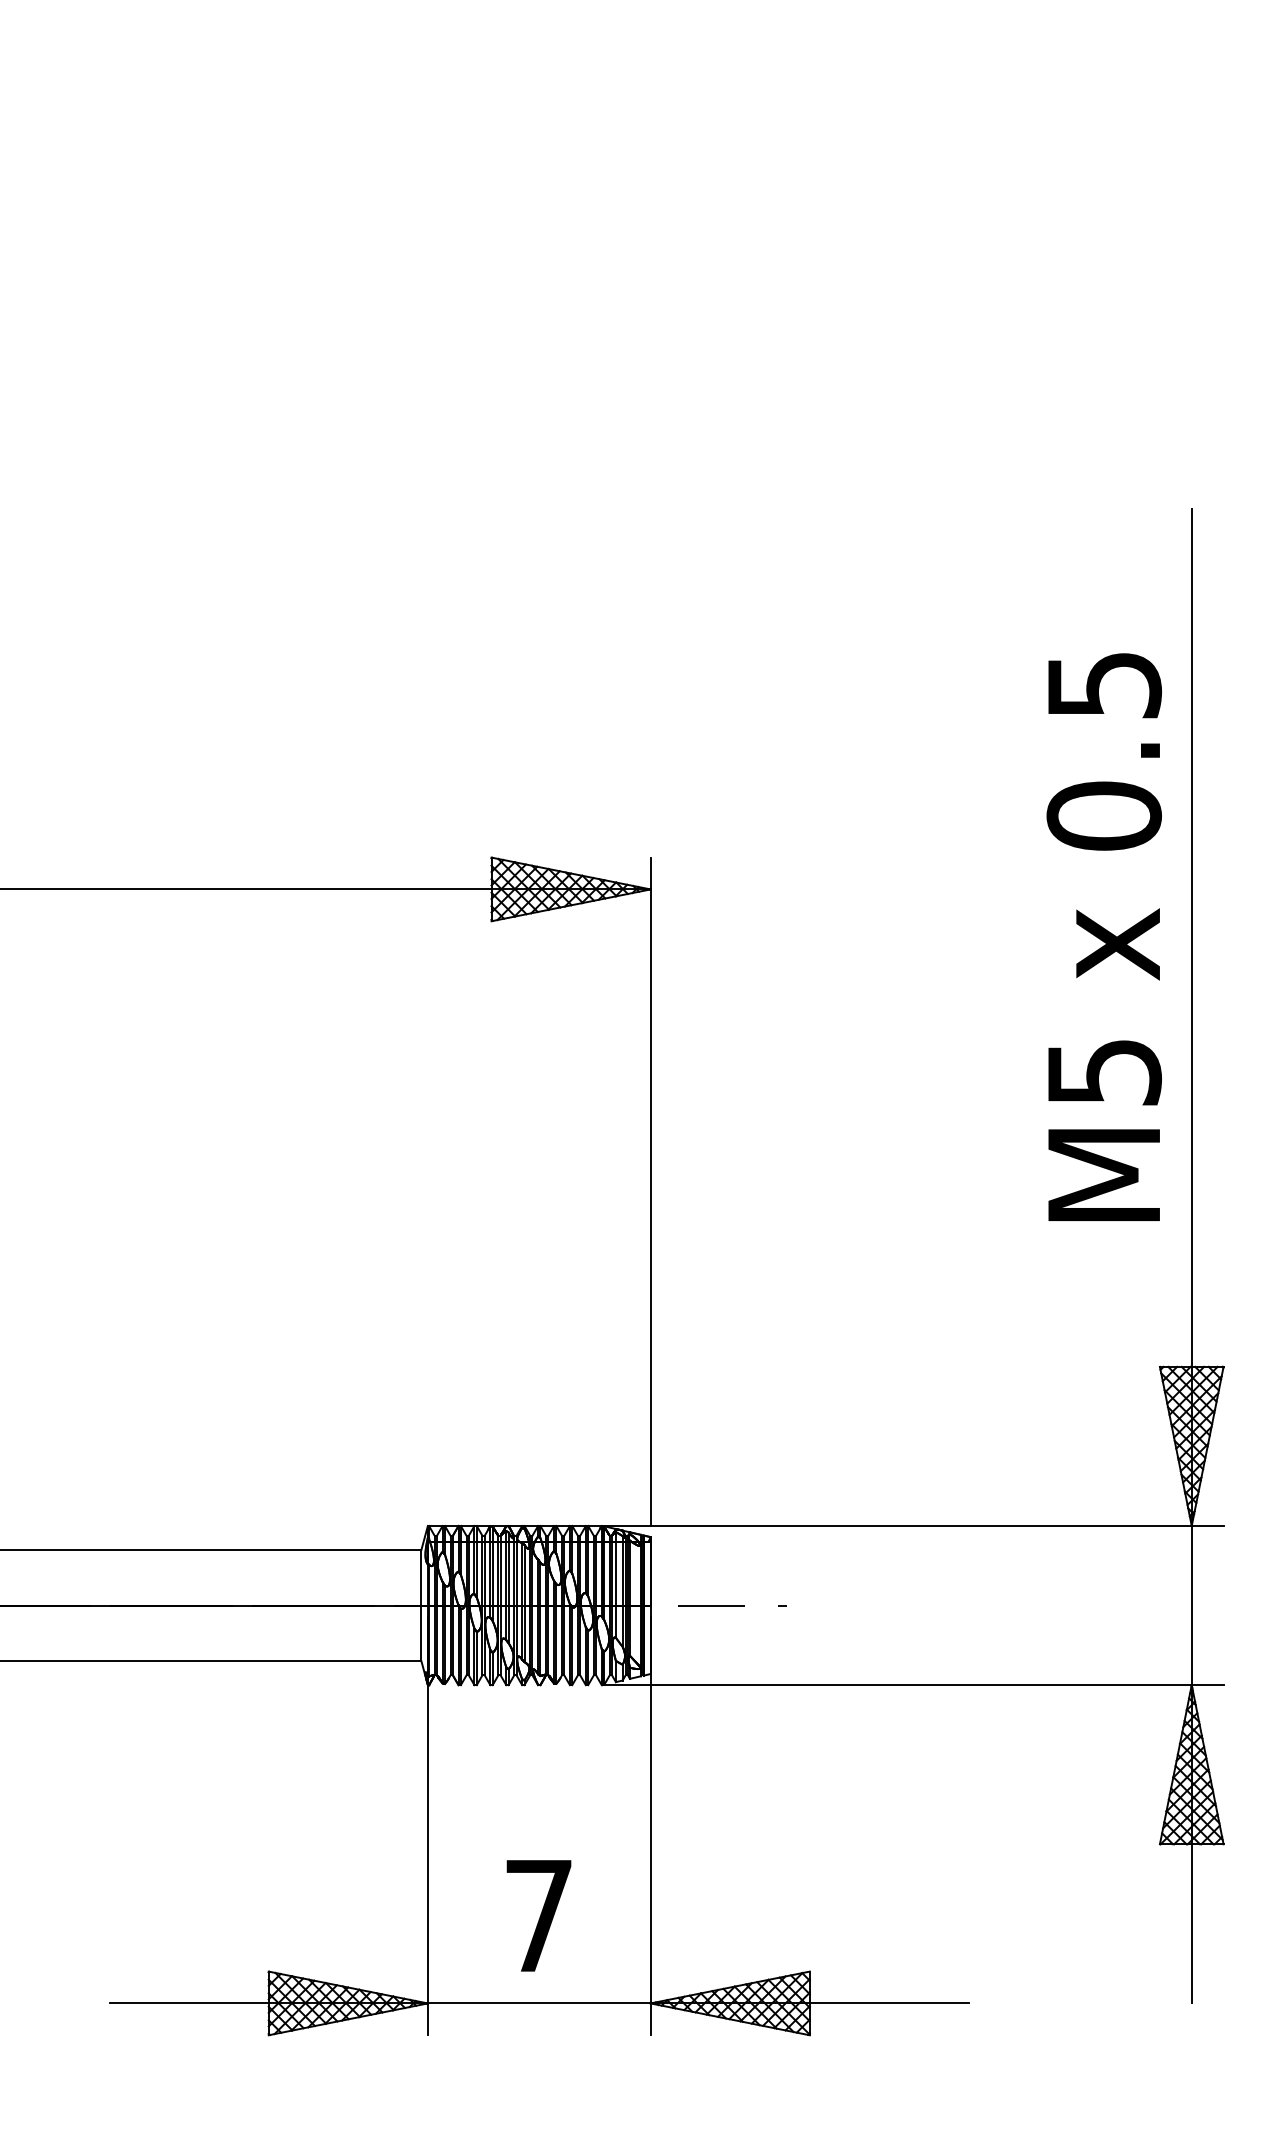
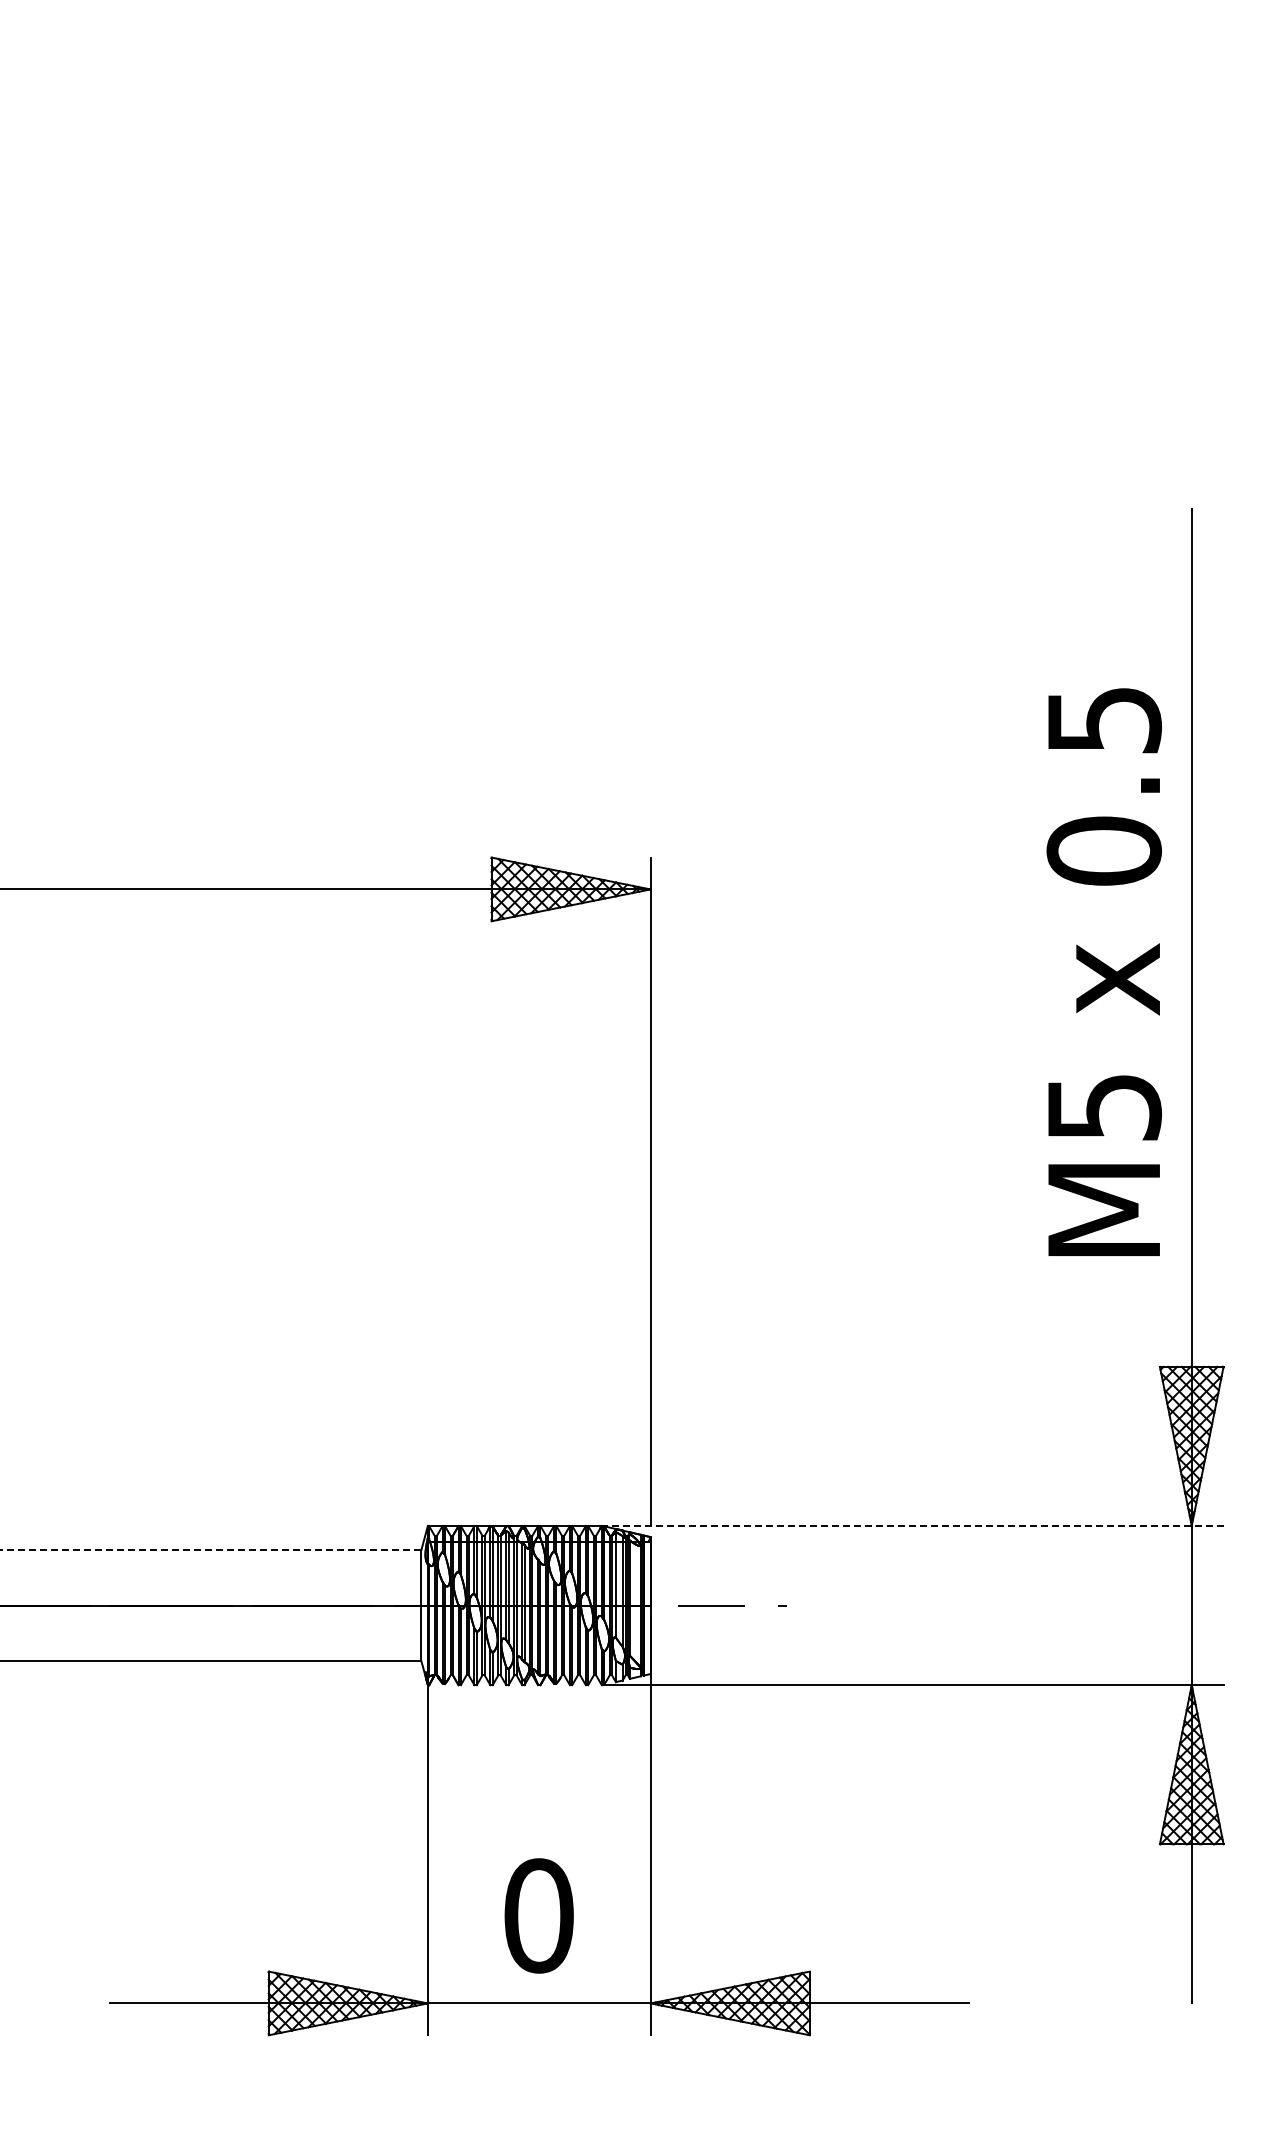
text at (1103, 936) position: (1103, 936) -> (1103, 971)
line at (912, 1526): solid -> dashed
line at (211, 1549): solid -> dashed
text at (538, 1915): 7 -> 0
